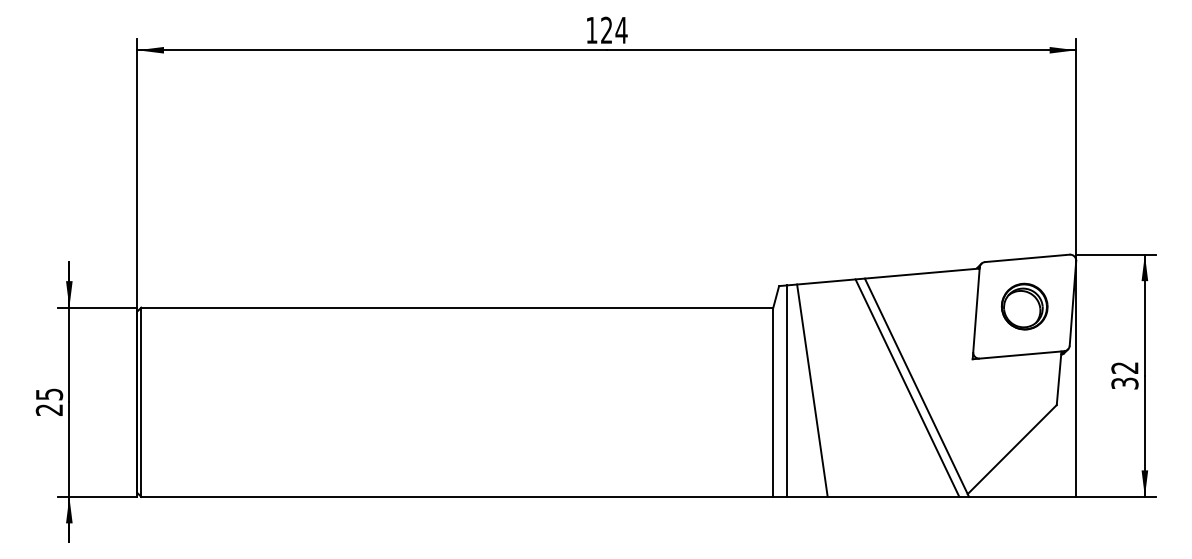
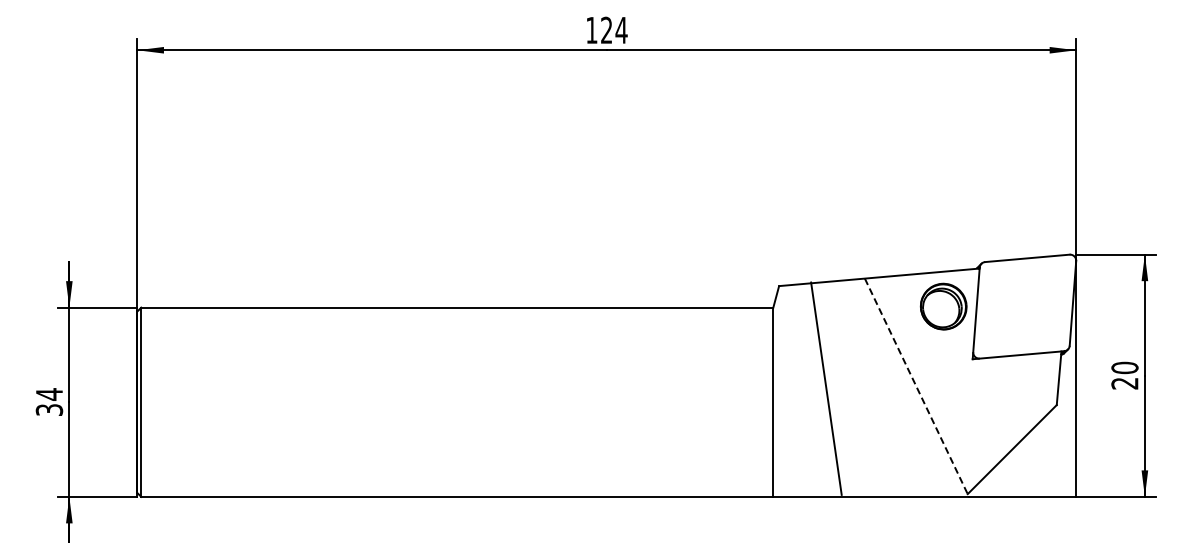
part at (1024, 306) position: (1024, 306) -> (943, 306)
text at (1124, 375): 32 -> 20
line at (907, 387): present -> none
line at (916, 387): solid -> dashed
line at (787, 390): present -> none
line at (812, 390) position: (812, 390) -> (826, 388)
text at (49, 401): 25 -> 34
